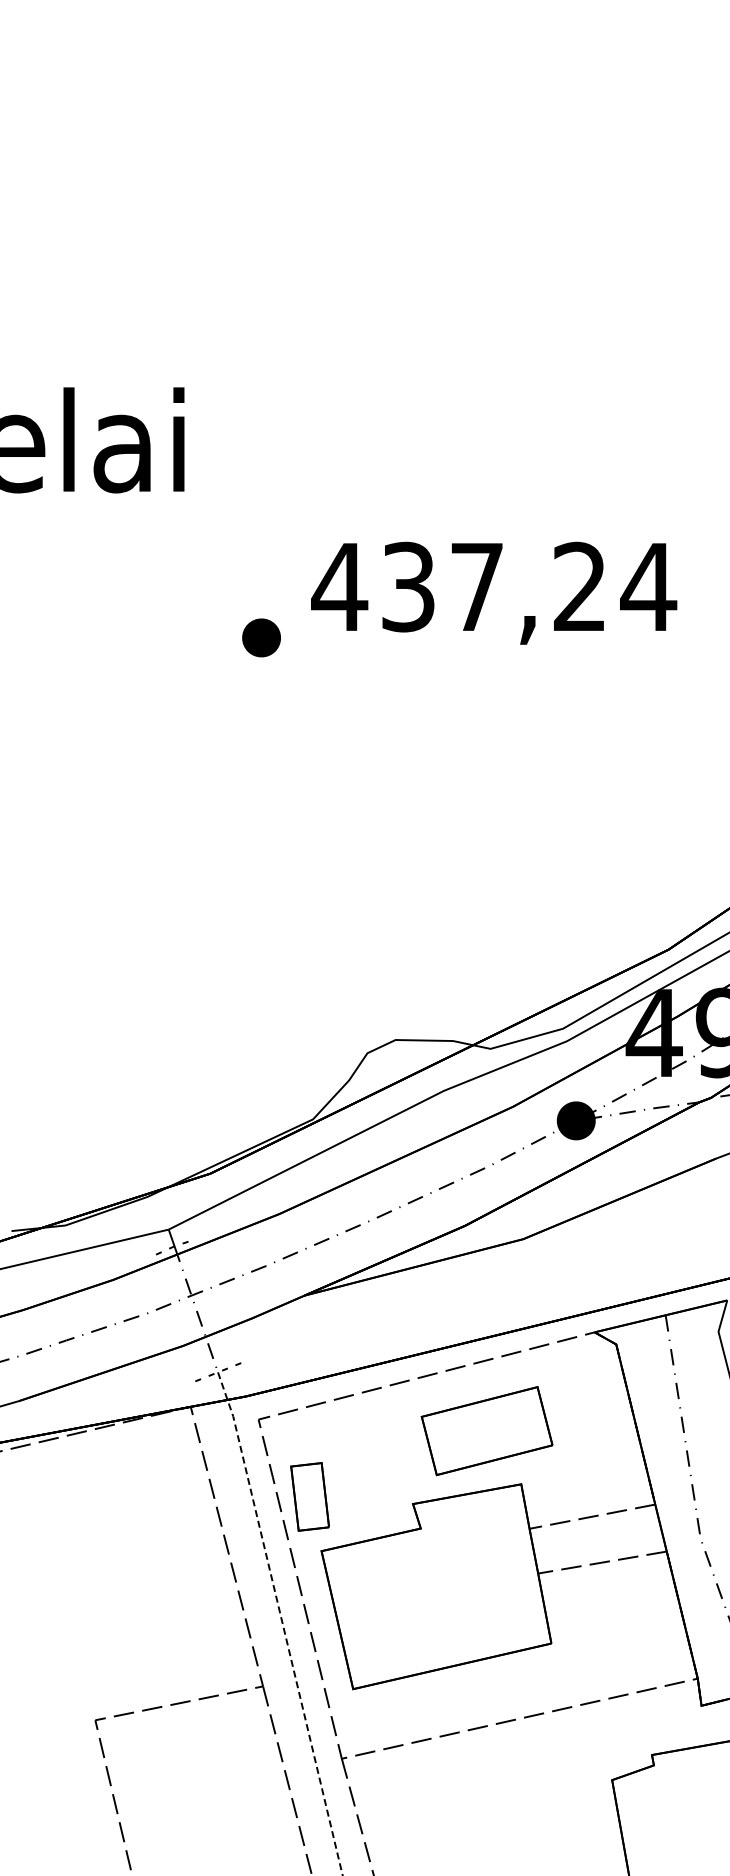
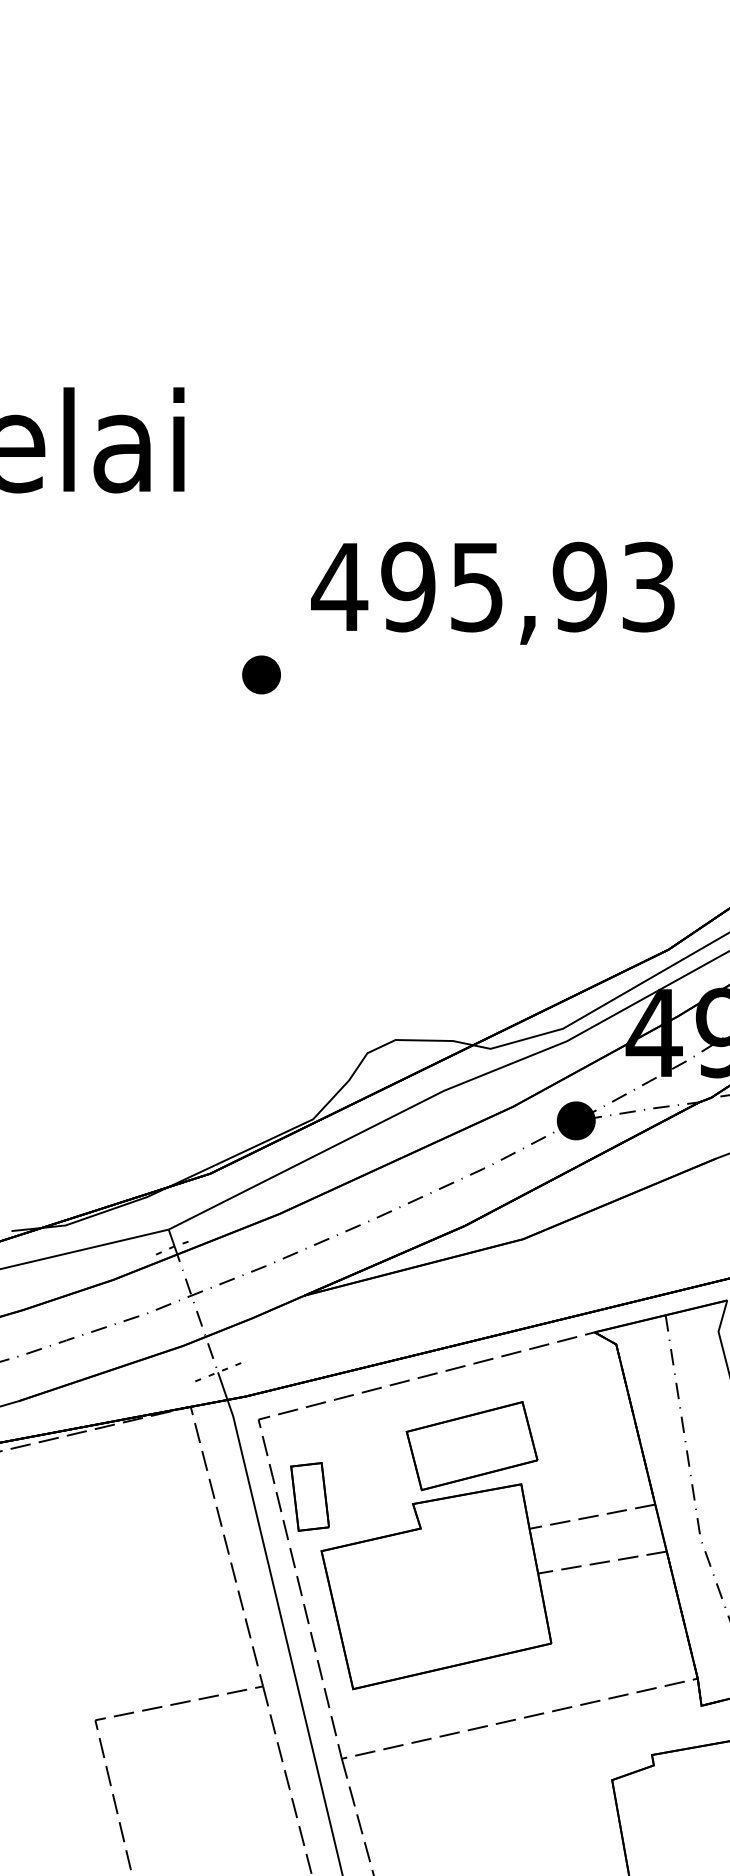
text at (529, 586): 437,24 -> 495,93
part at (261, 637) position: (261, 637) -> (261, 674)
part at (486, 1431) position: (486, 1431) -> (471, 1446)
line at (282, 1622): dashed -> solid
